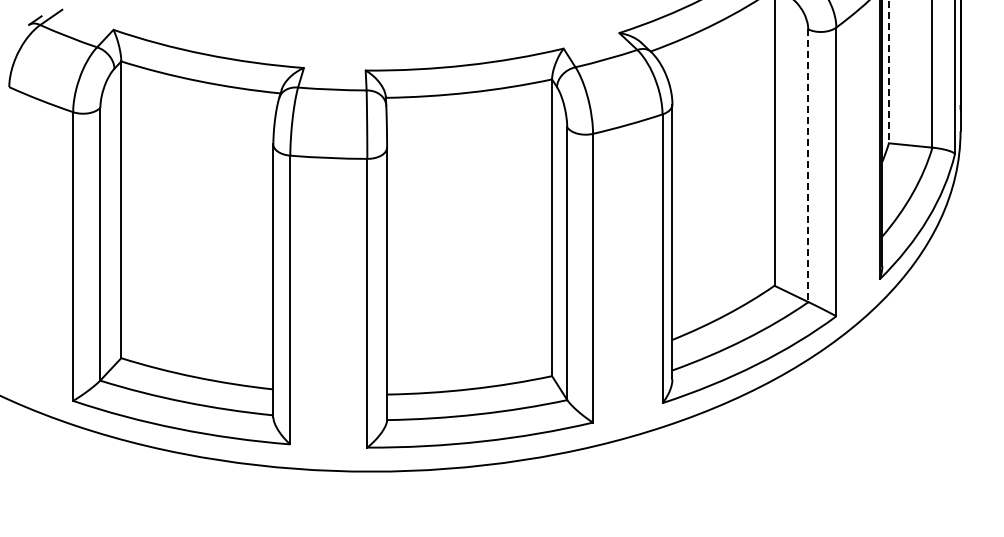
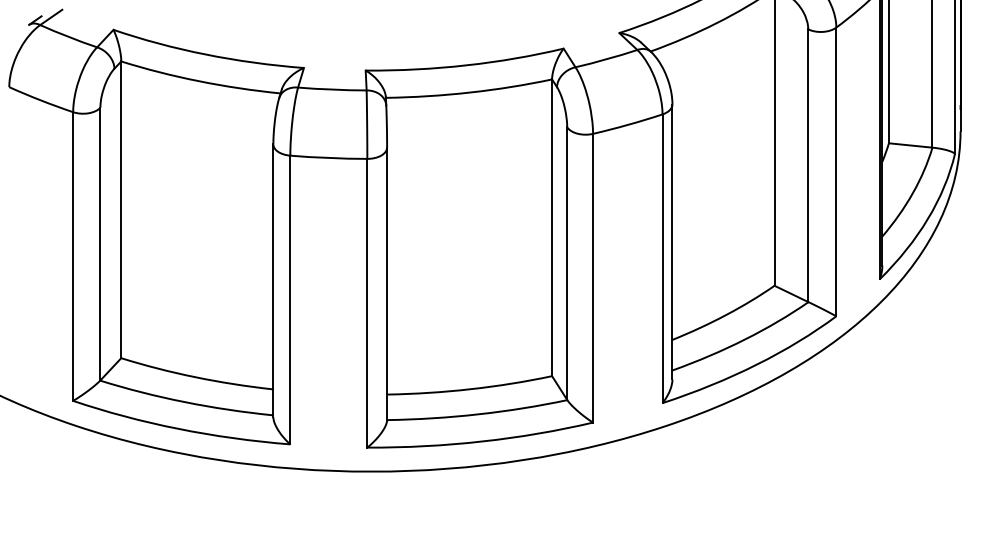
line at (888, 72): dashed -> solid
line at (808, 166): dashed -> solid
